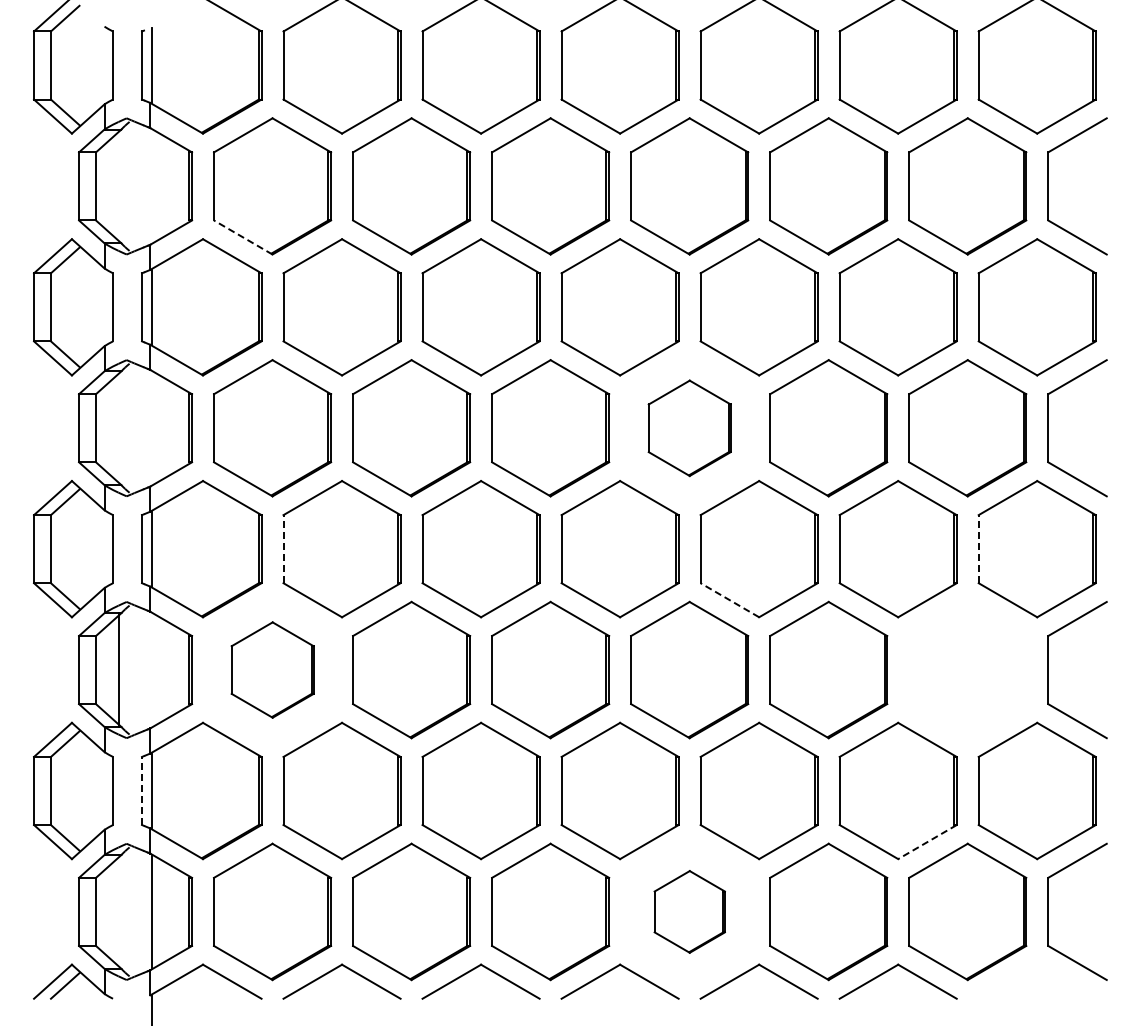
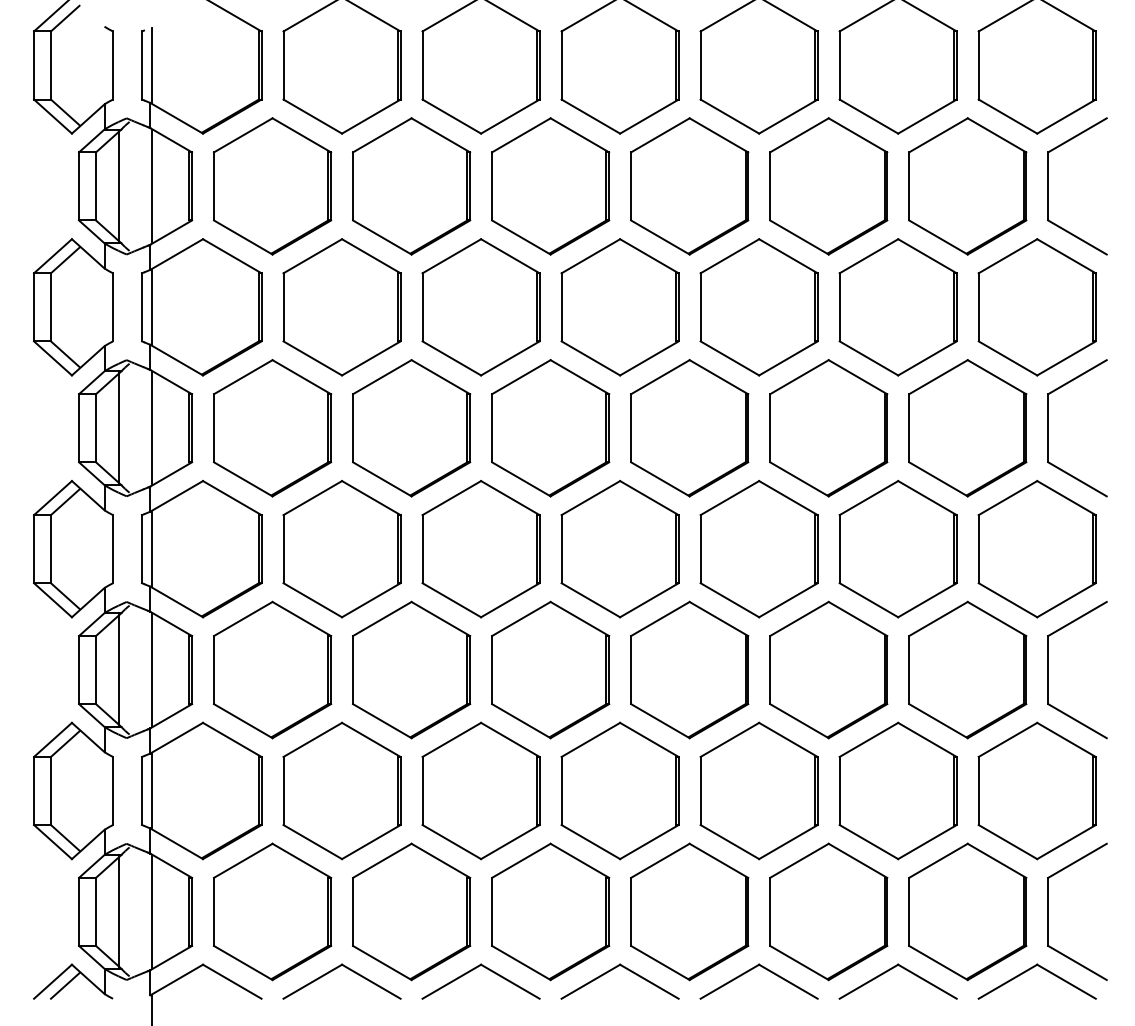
line at (118, 186): none -> present
line at (151, 186): none -> present
line at (243, 237): dashed -> solid
line at (118, 428): none -> present
line at (151, 428): none -> present
part at (689, 428) size: 85x99 px -> 120x139 px
line at (283, 548): dashed -> solid
line at (978, 548): dashed -> solid
line at (729, 600): dashed -> solid
part at (272, 669) size: 85x98 px -> 120x140 px
part at (967, 669): none -> present
line at (151, 670): none -> present
line at (142, 790): dashed -> solid
line at (927, 842): dashed -> solid
line at (118, 911): none -> present
part at (689, 911) size: 73x84 px -> 120x140 px
part at (1031, 969): none -> present
